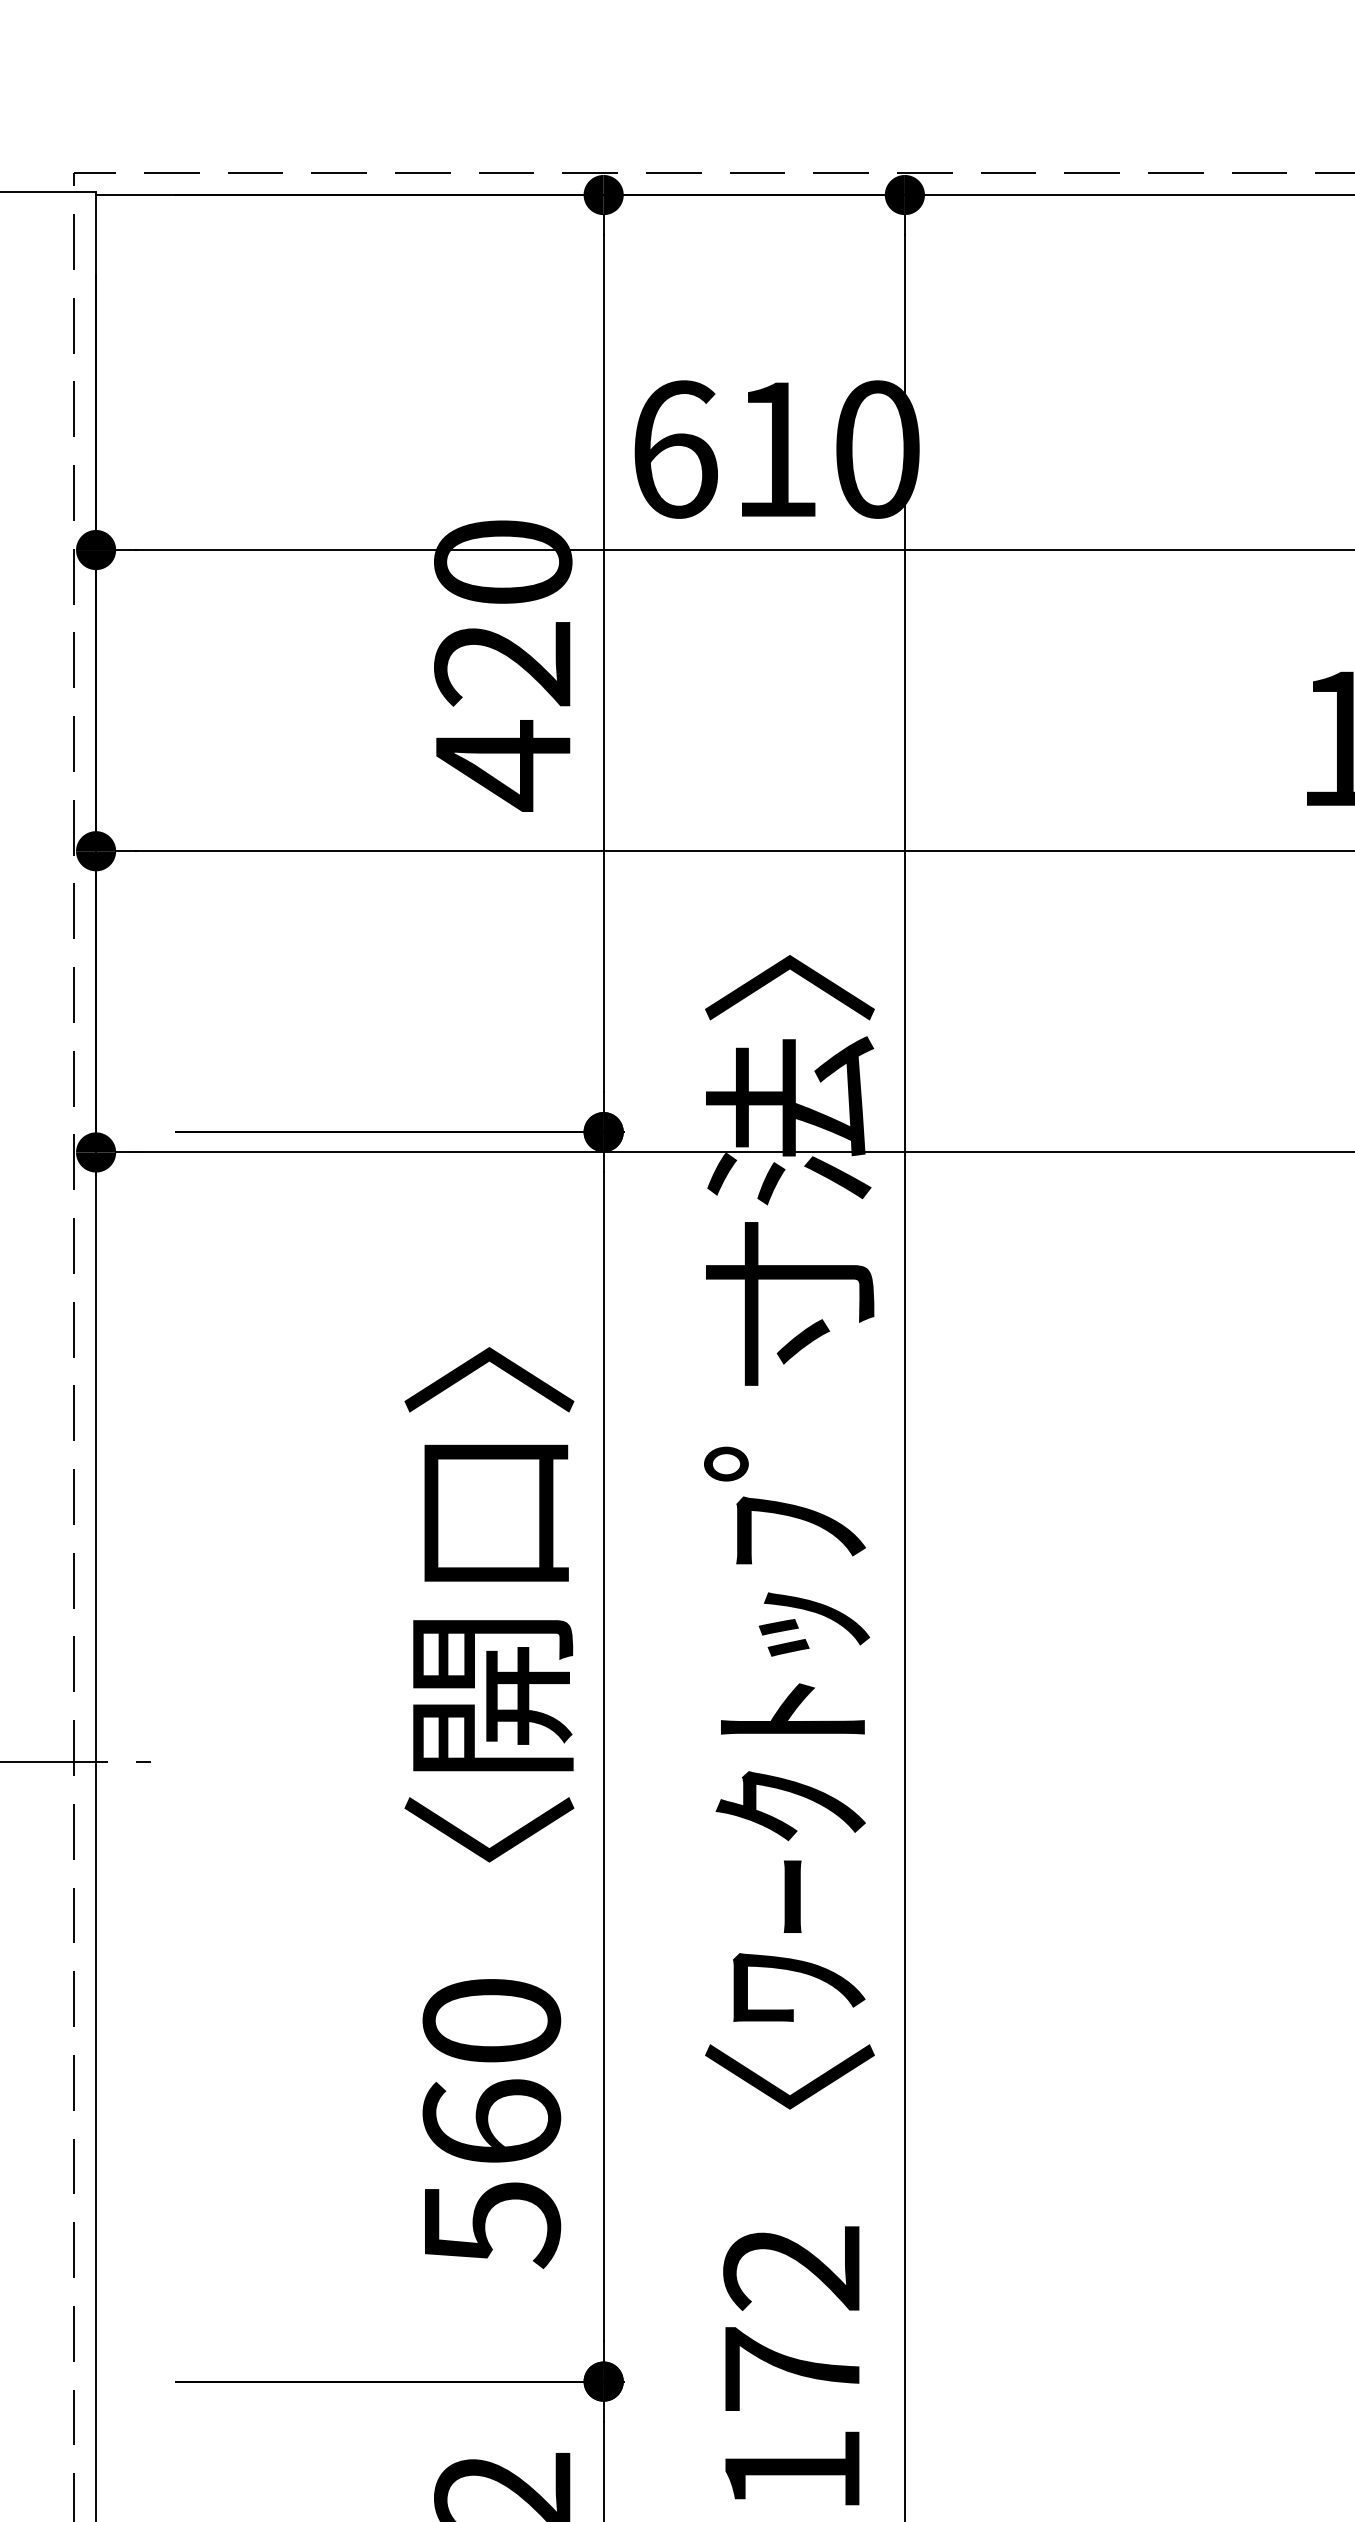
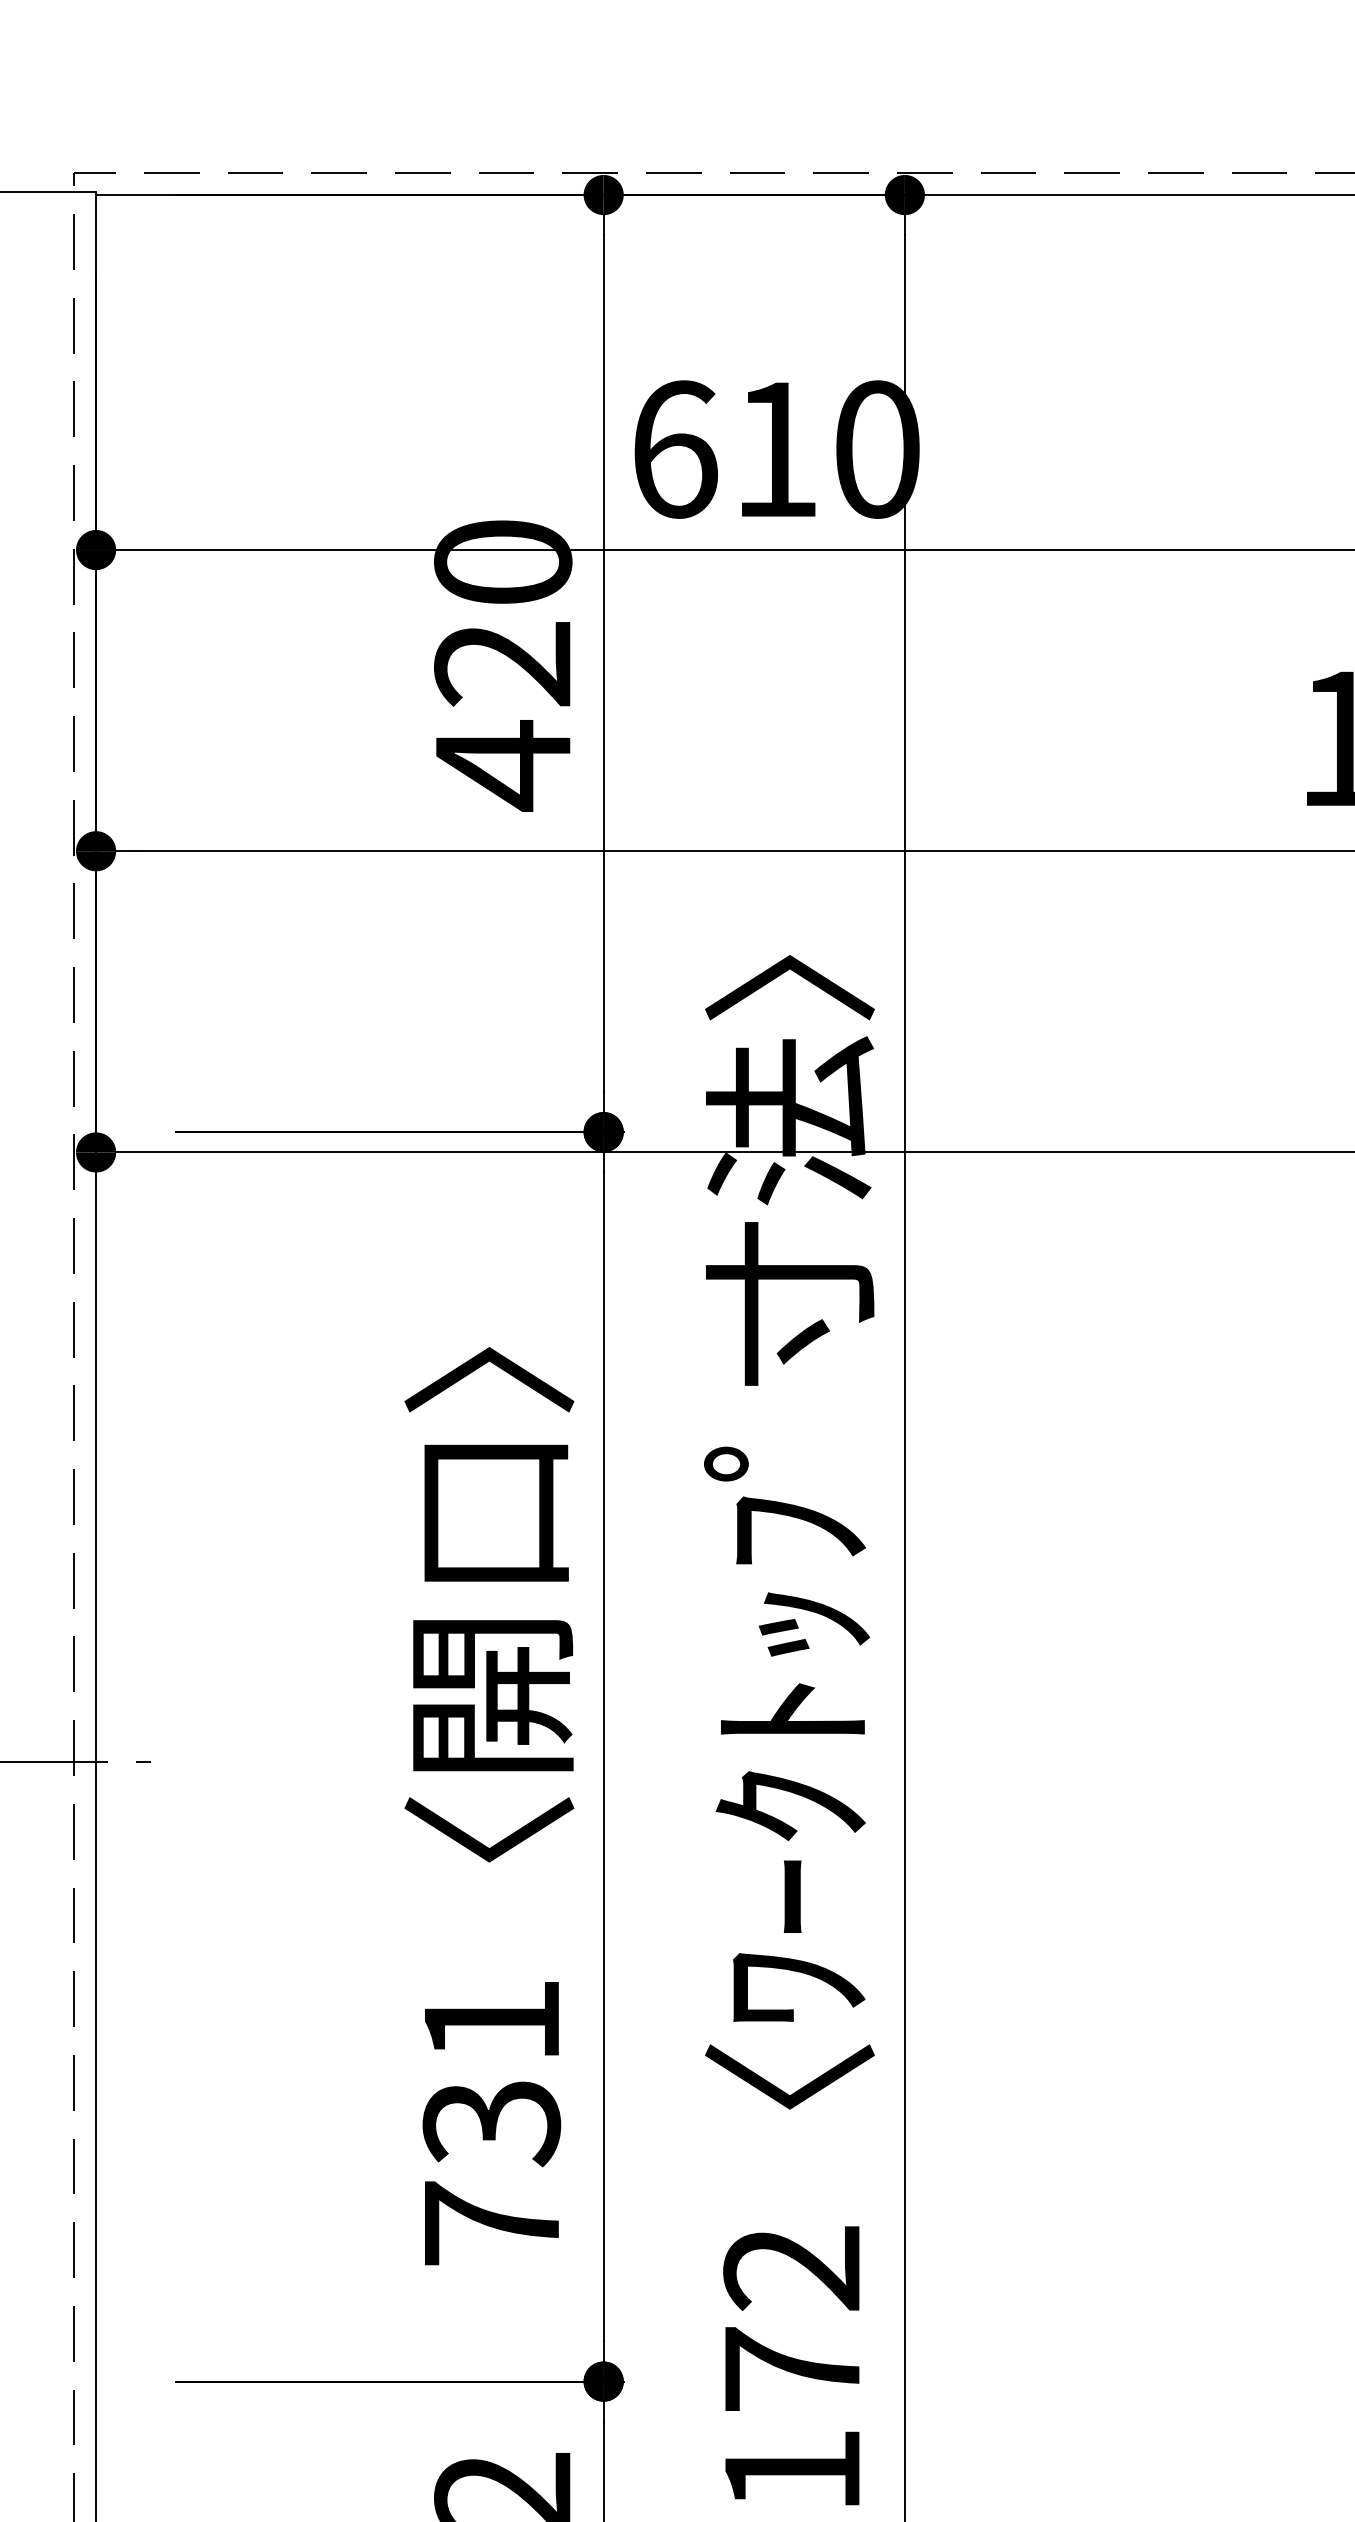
text at (491, 2123): 560 -> 731
